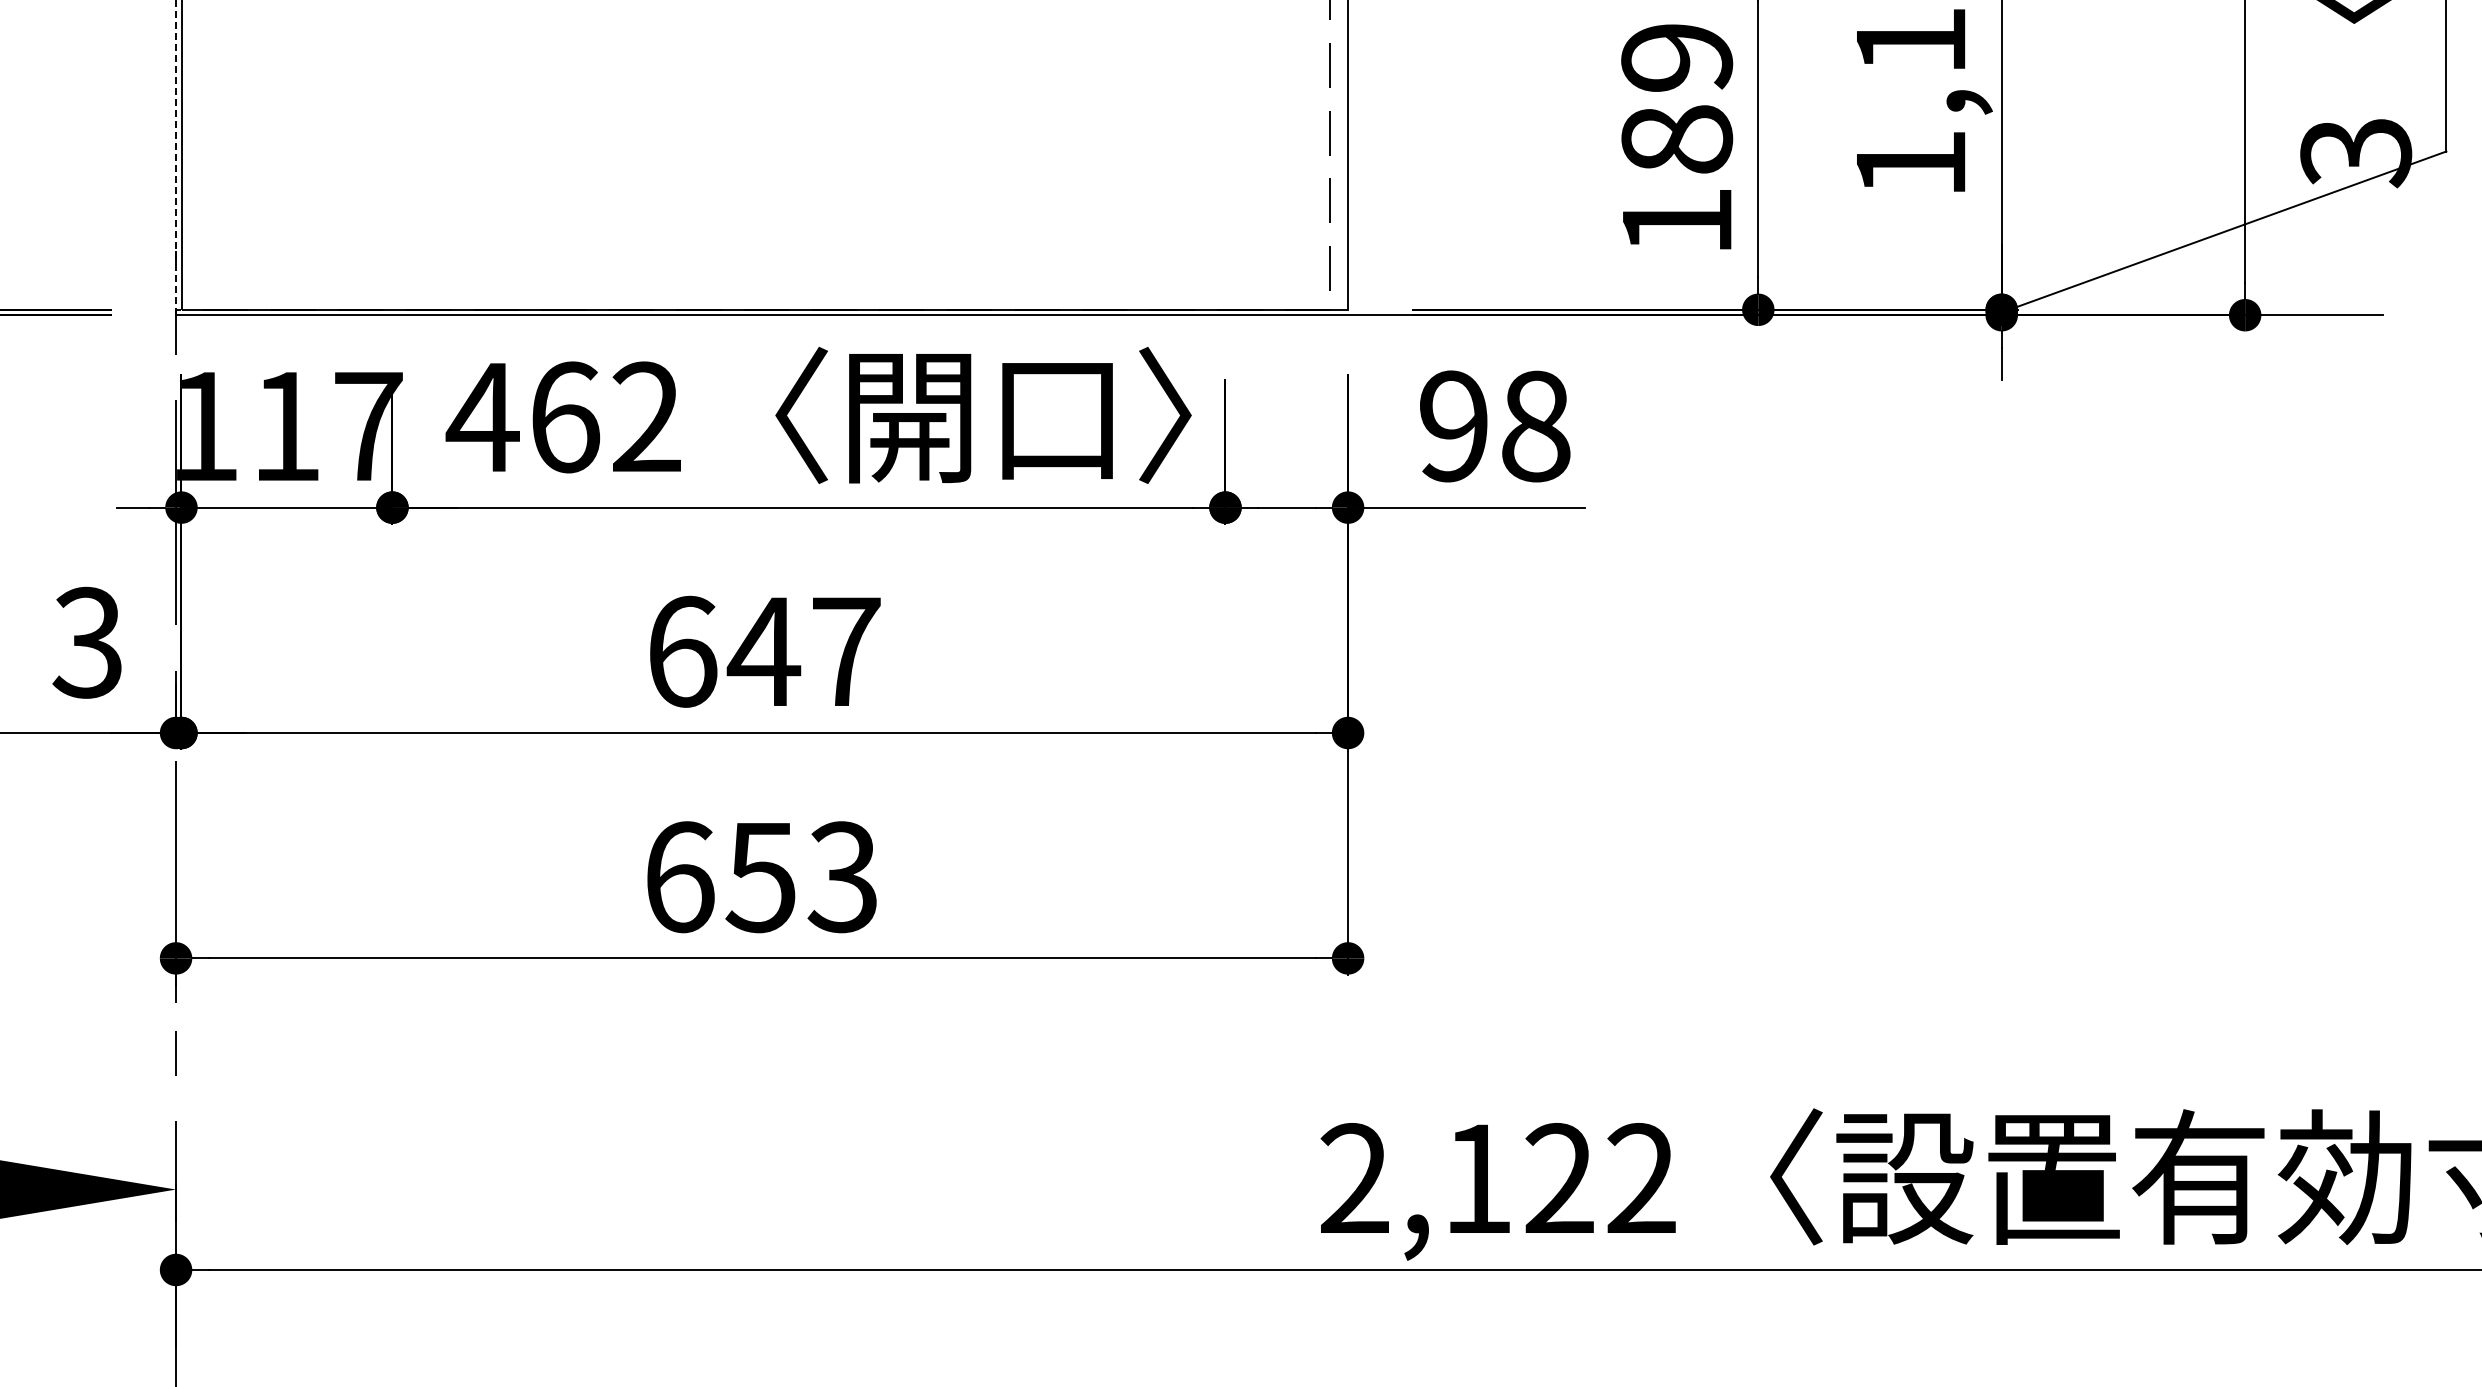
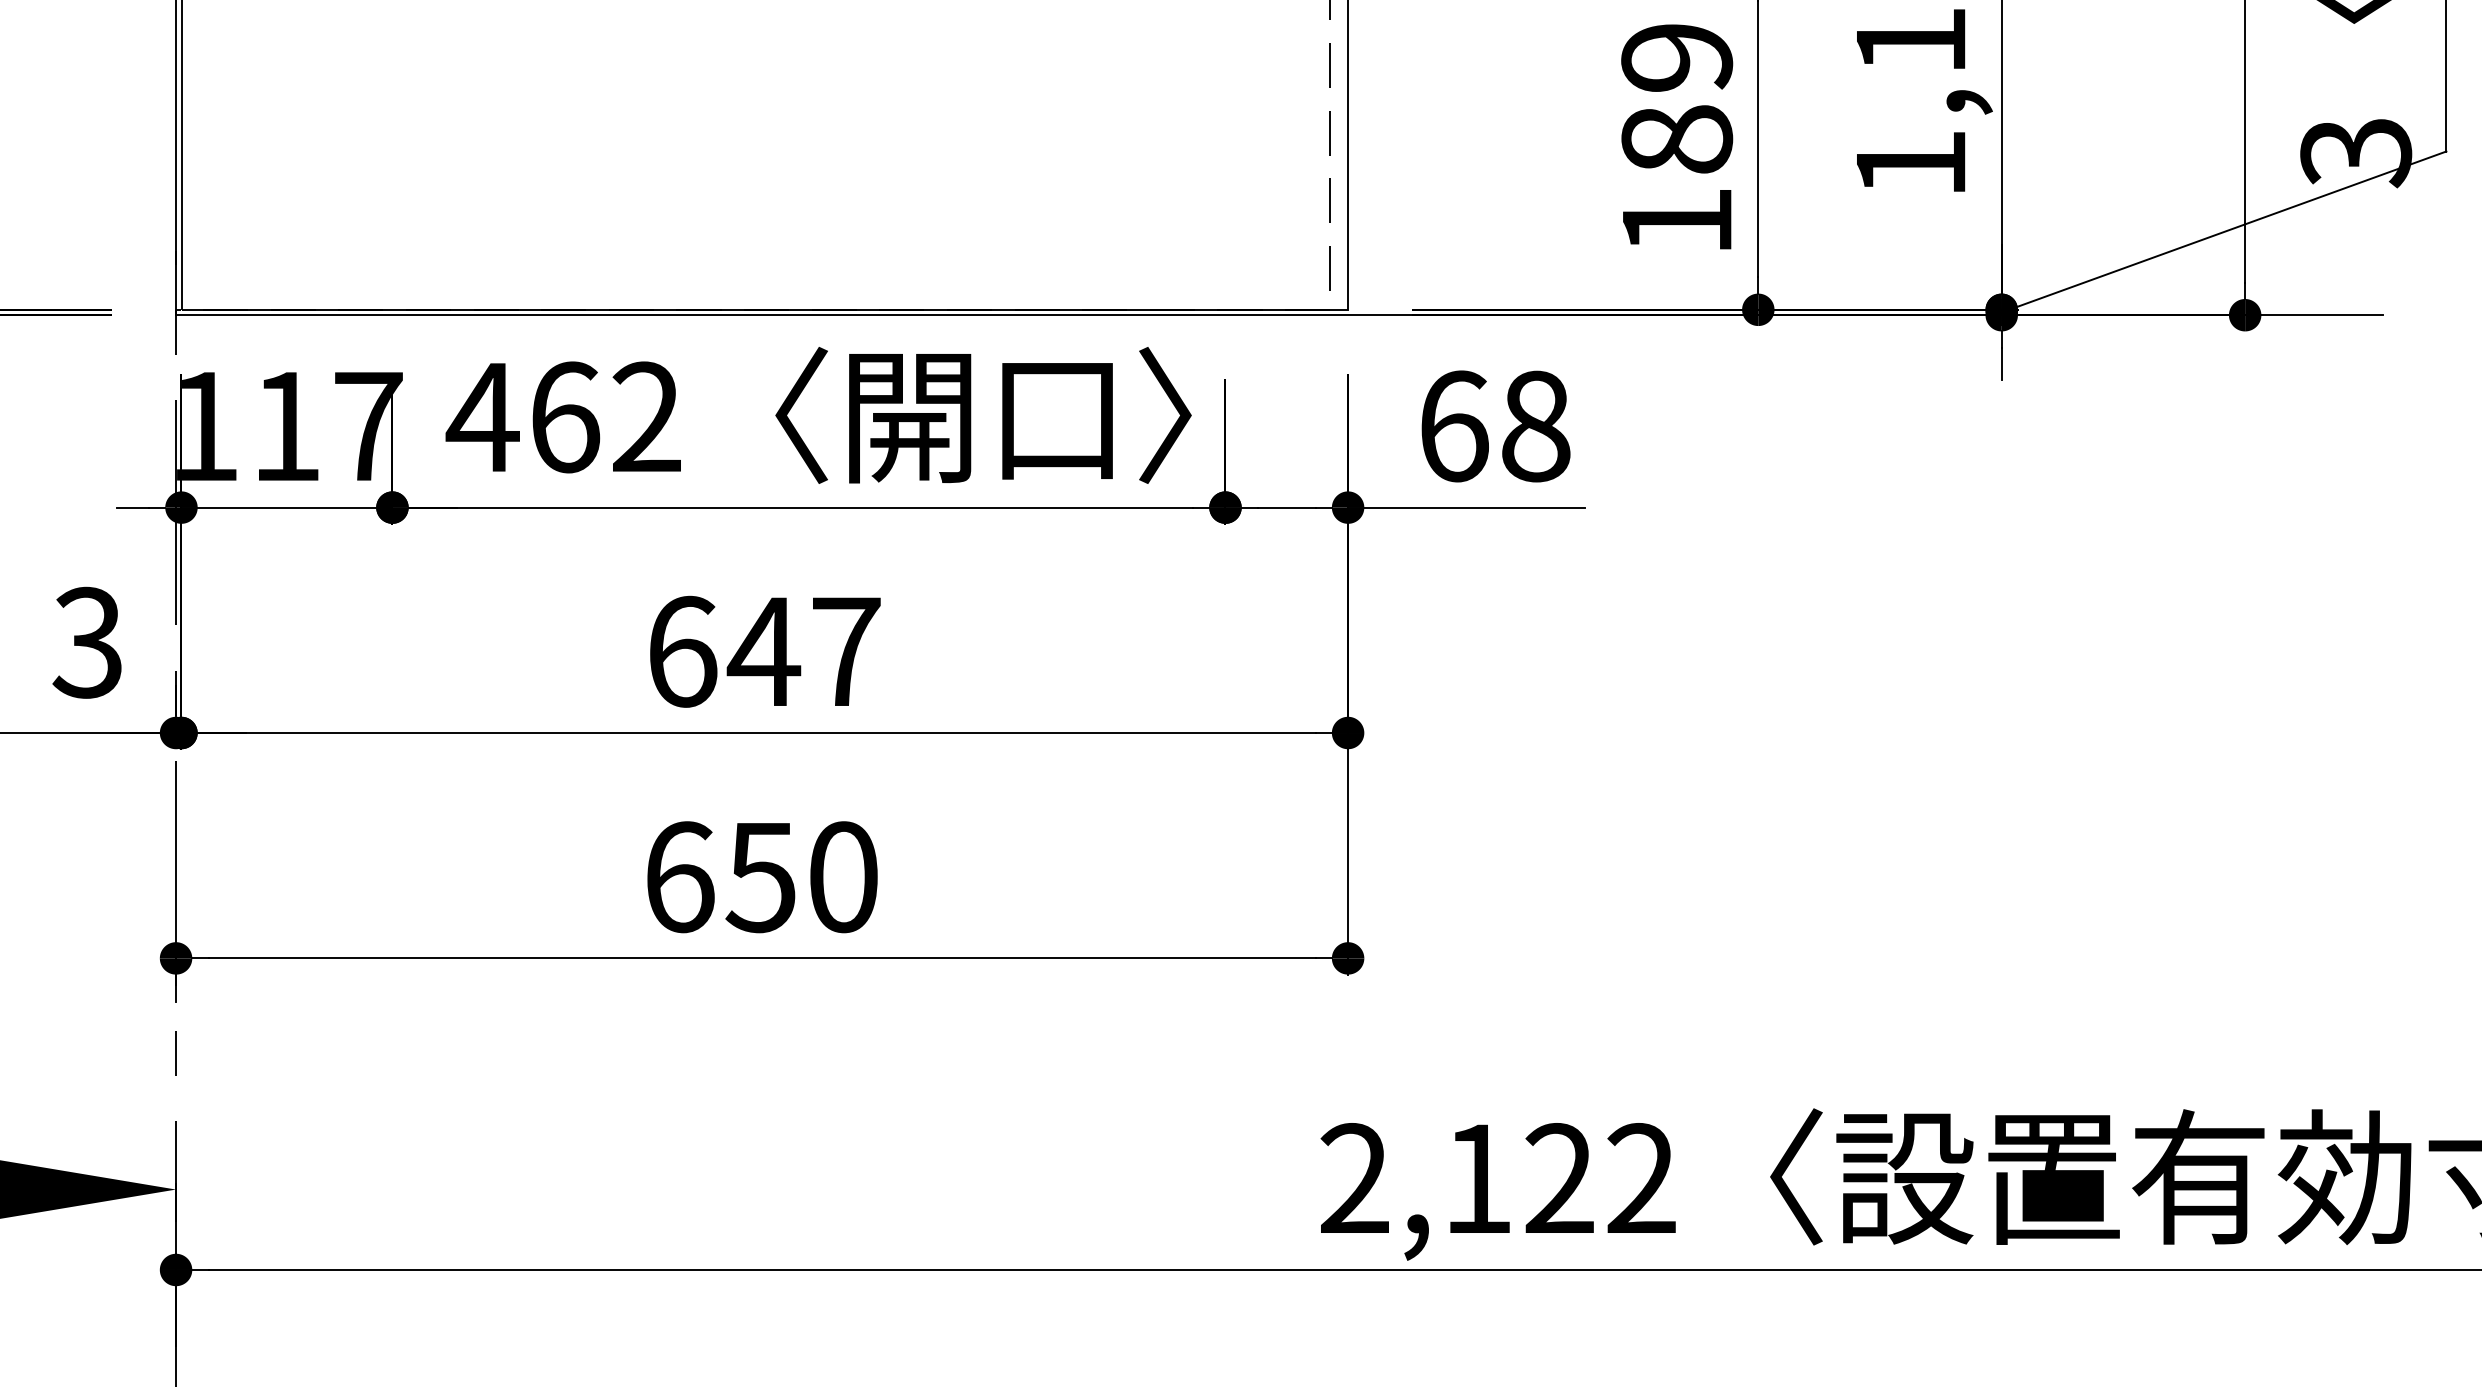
line at (176, 158): dashed -> solid
text at (1454, 426): 98 -> 68
text at (842, 877): 653 -> 650
